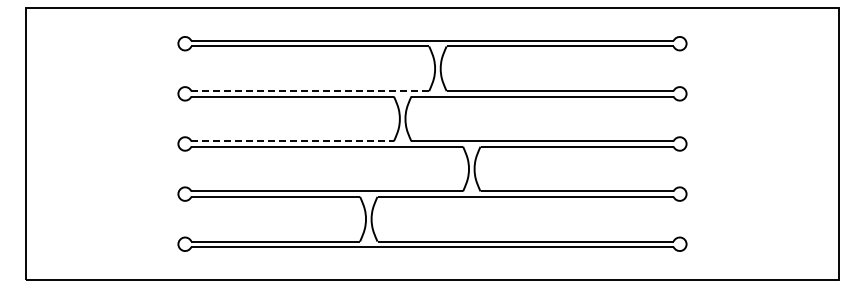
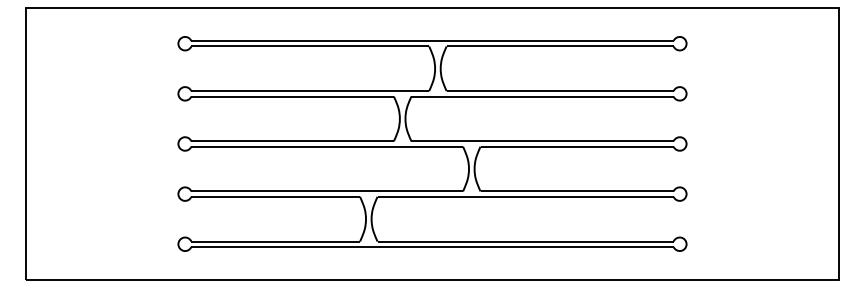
line at (310, 91): dashed -> solid
line at (293, 141): dashed -> solid
